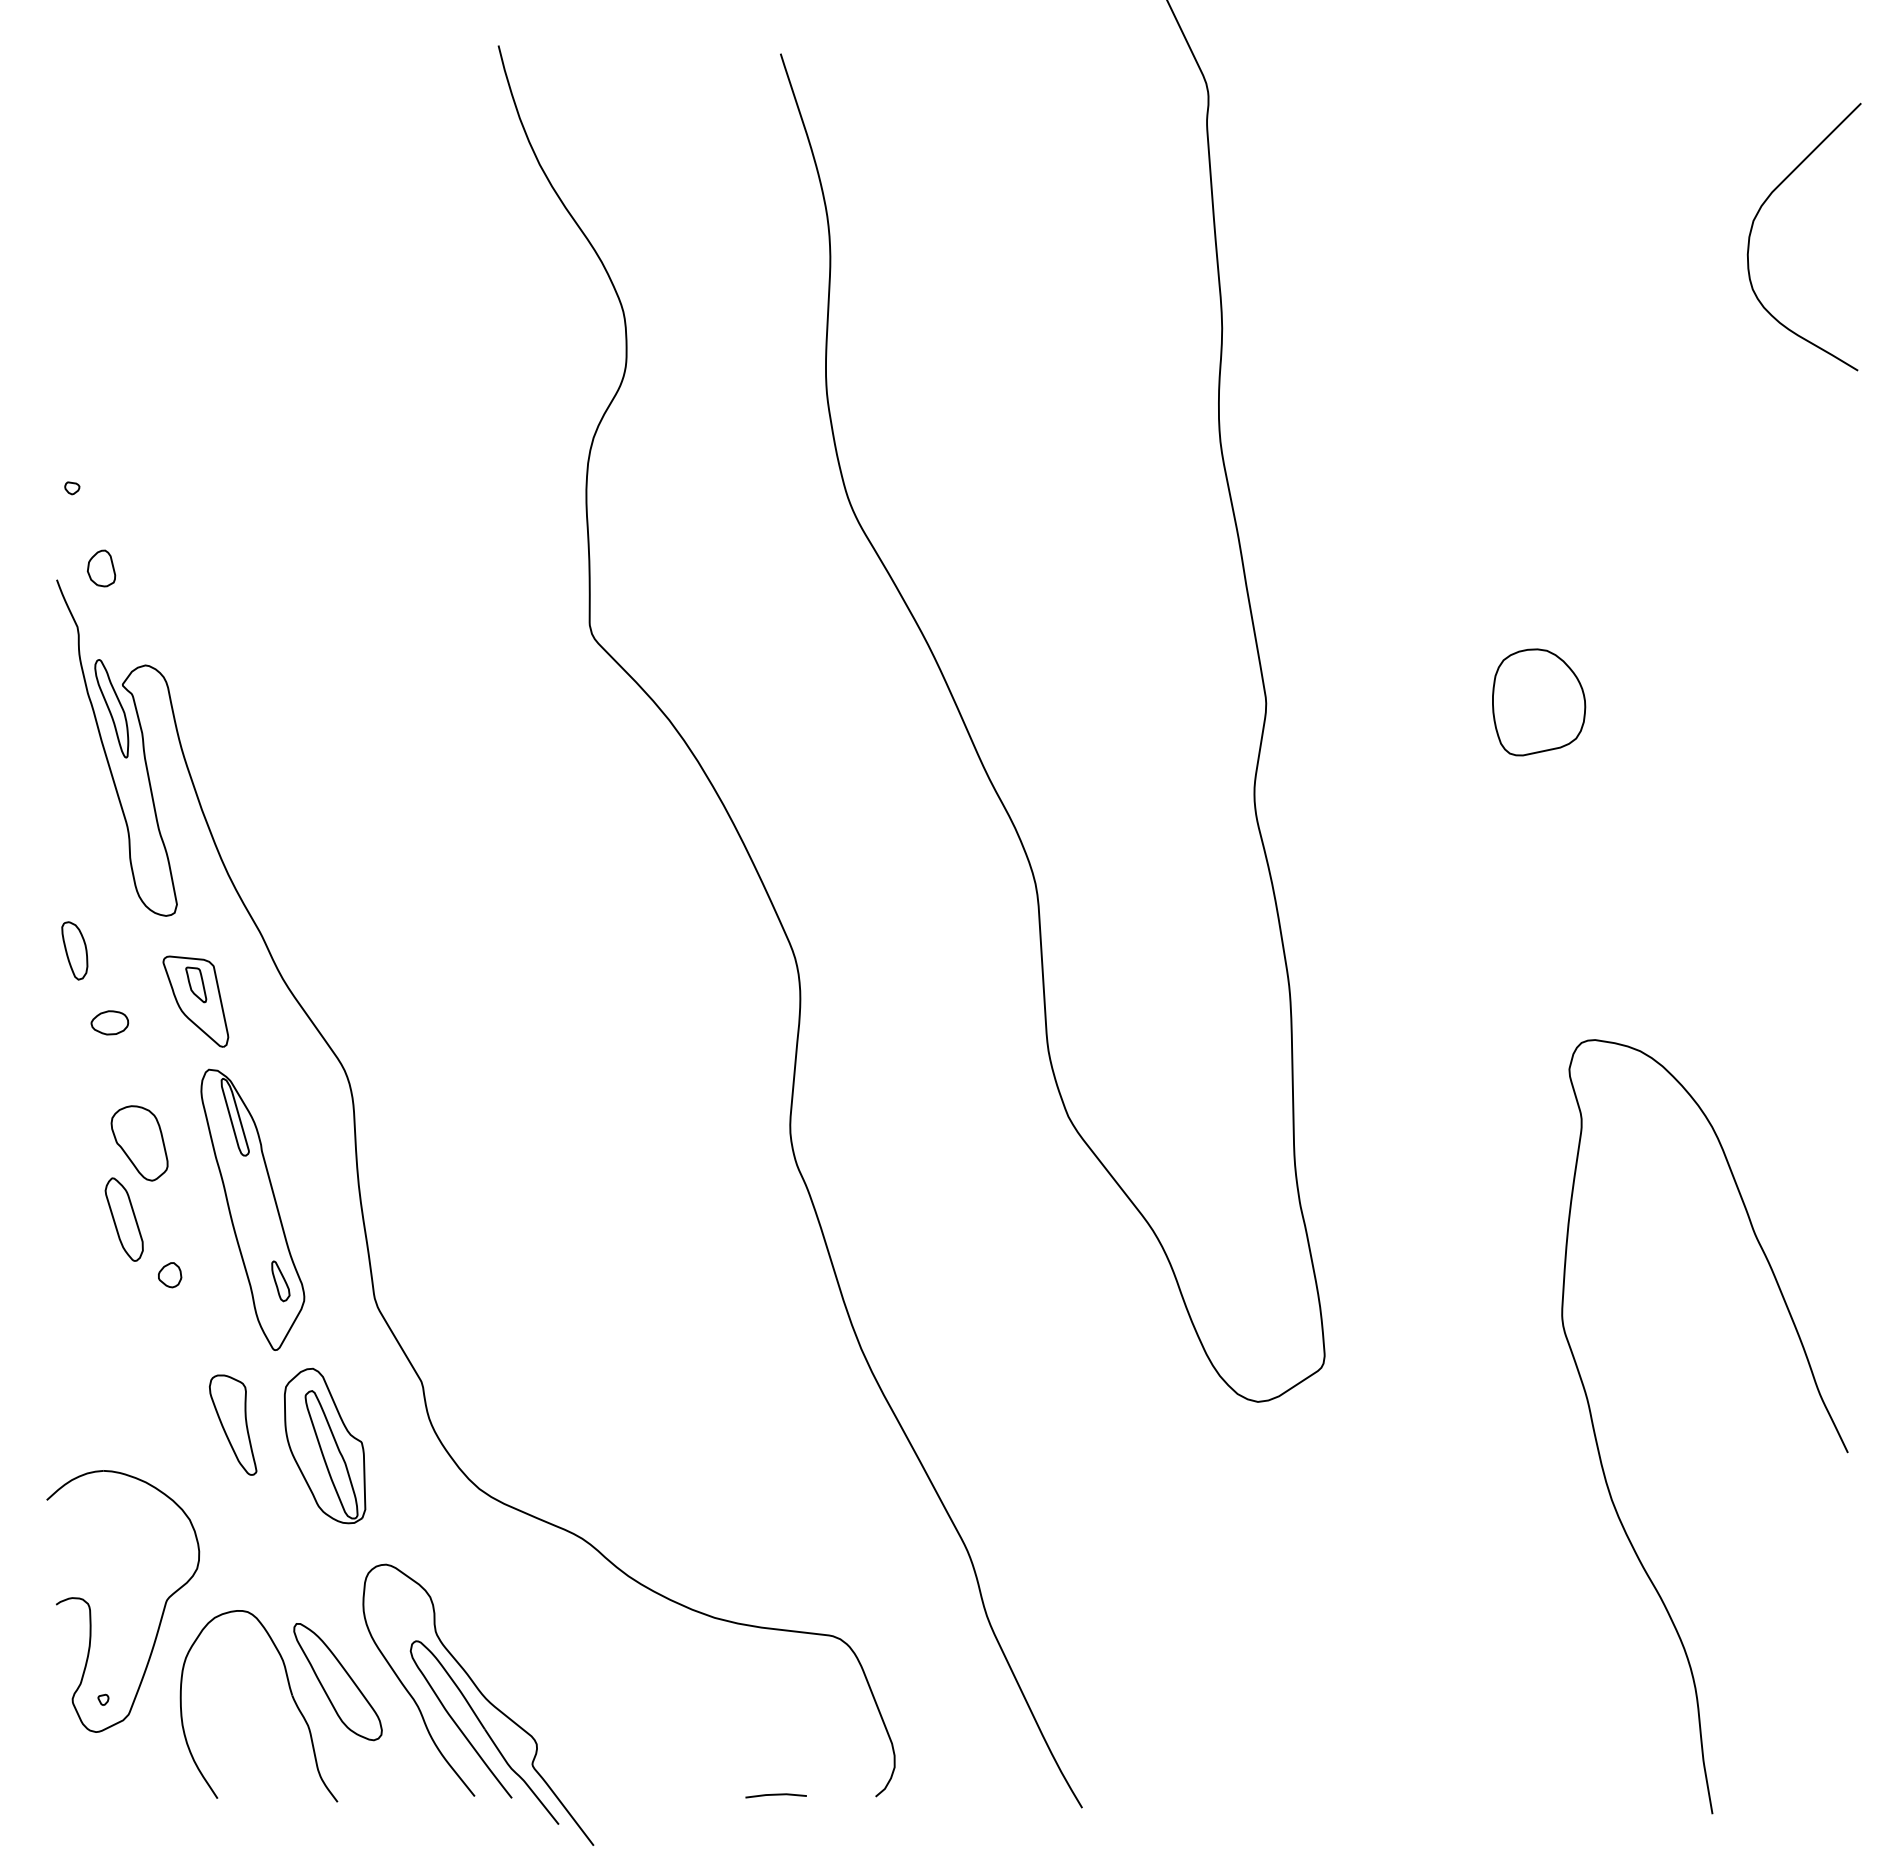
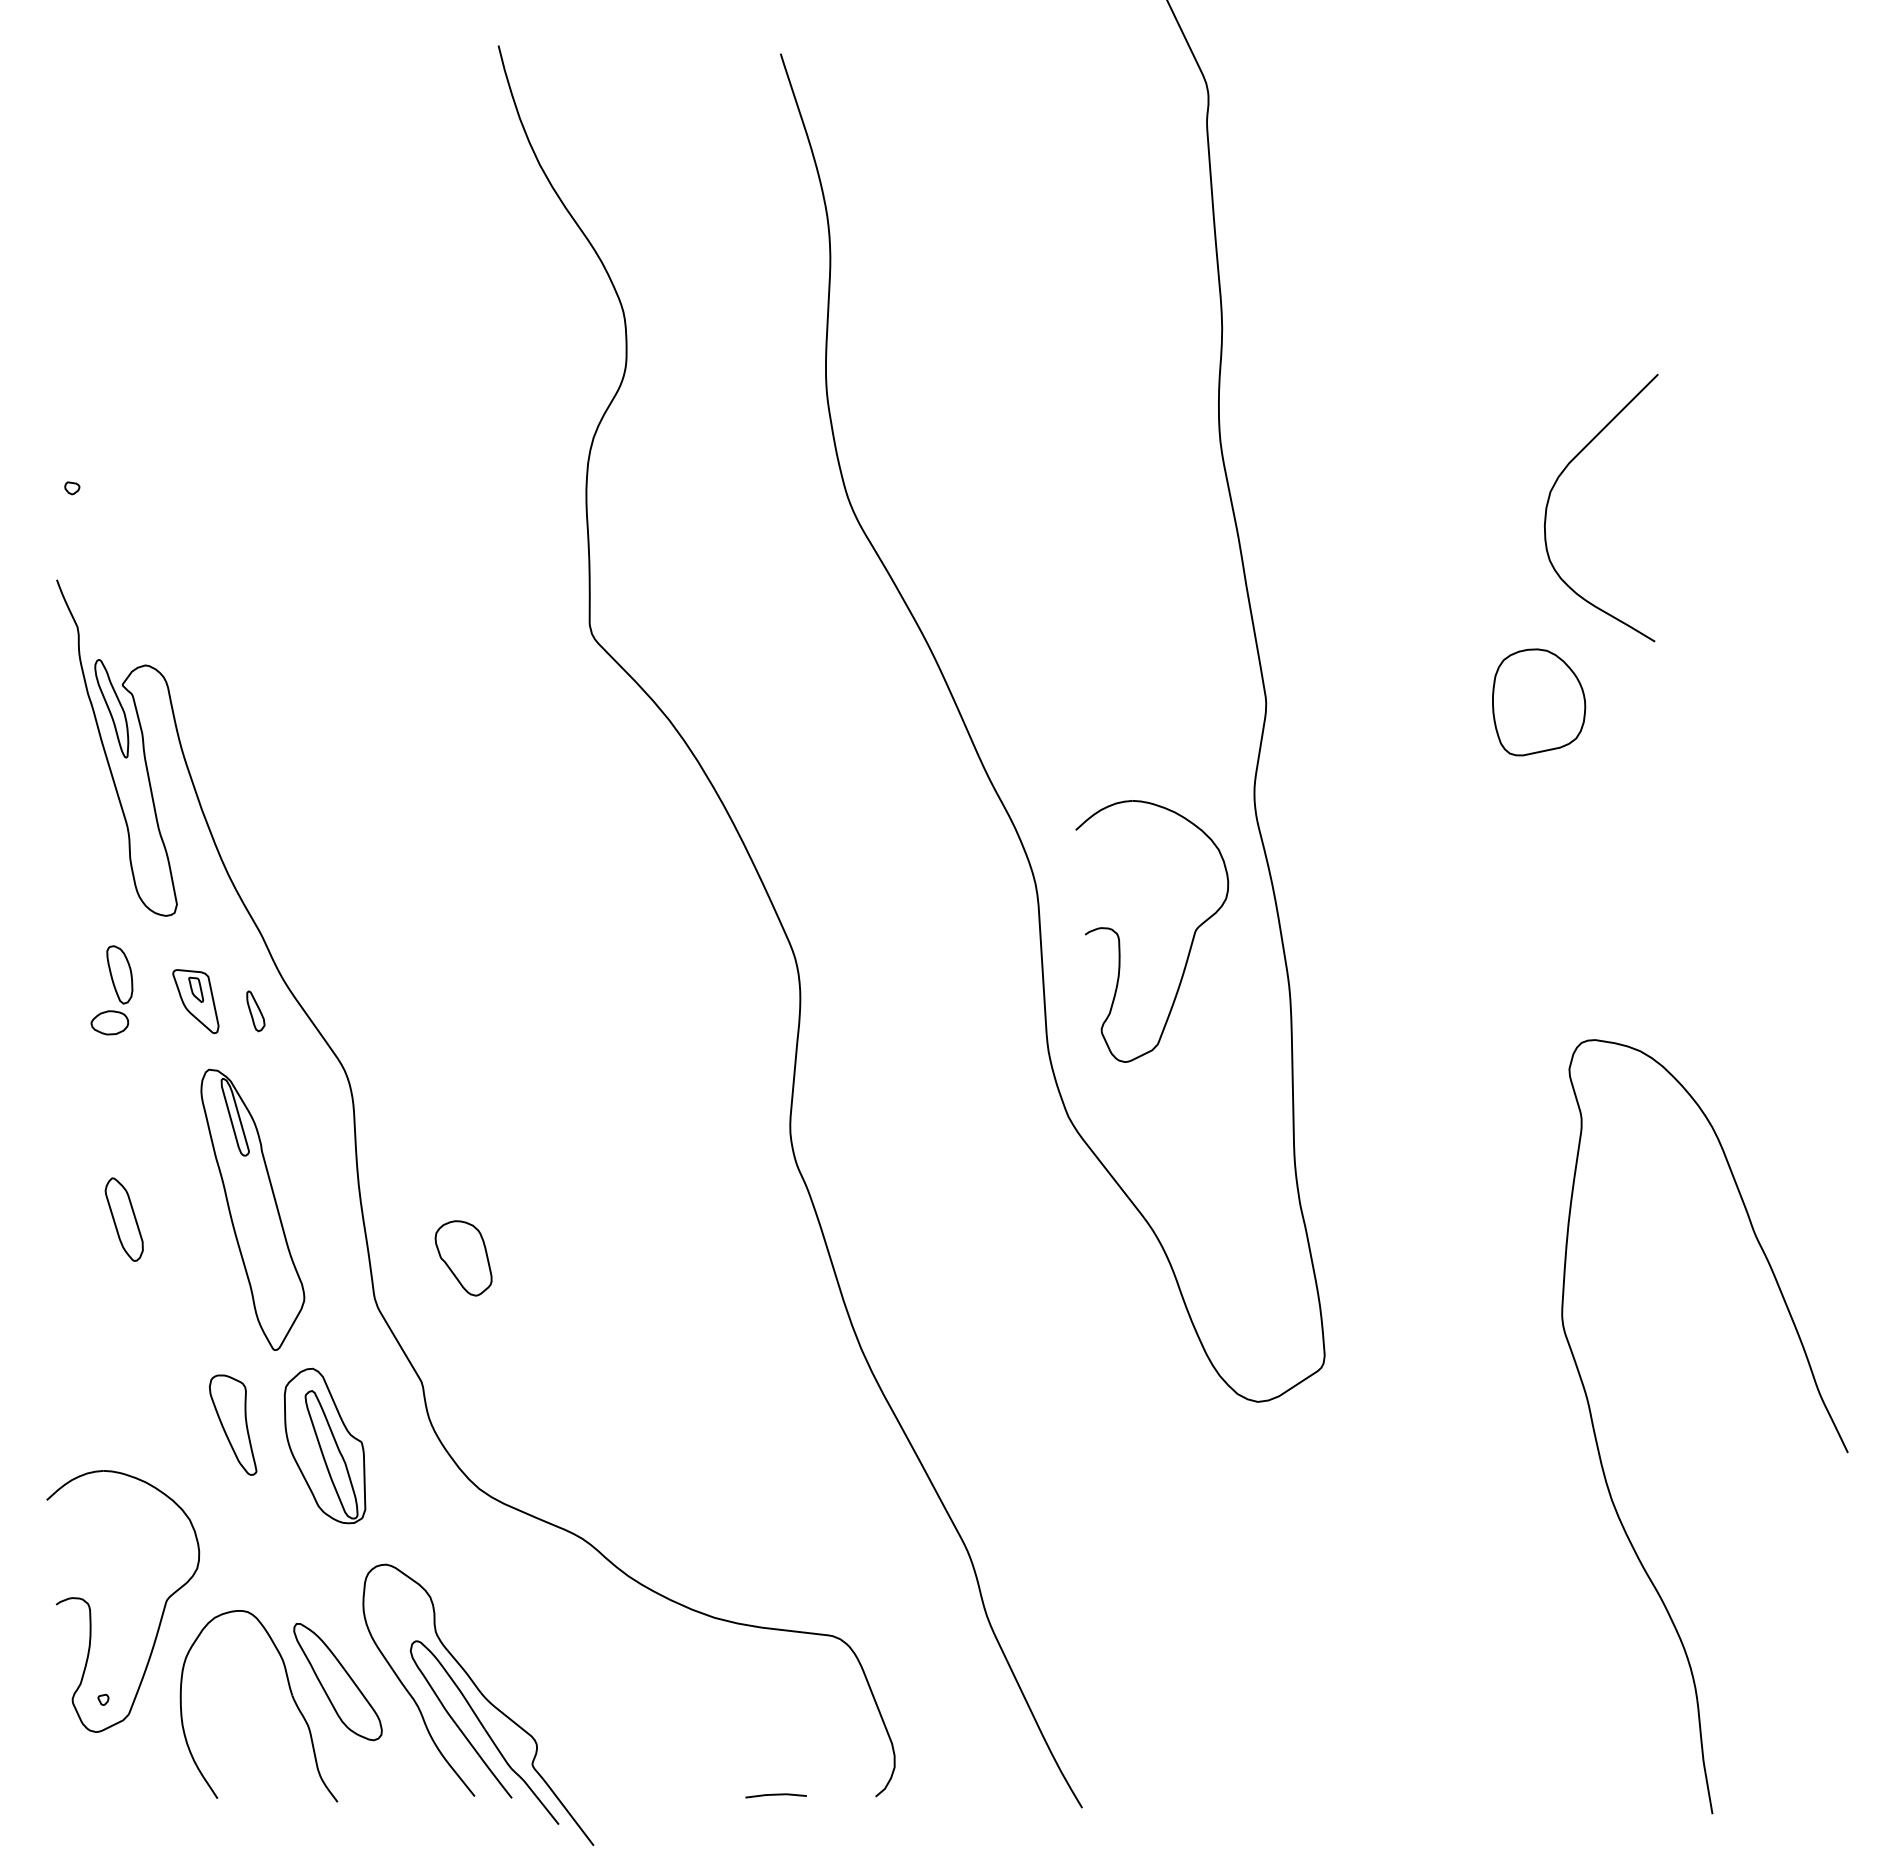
curve at (1759, 212) position: (1759, 212) -> (1556, 483)
part at (101, 568): present -> none
part at (1119, 936): none -> present
part at (74, 950) position: (74, 950) -> (119, 974)
part at (195, 1001) size: 68x93 px -> 48x66 px
part at (139, 1143) position: (139, 1143) -> (463, 1258)
part at (170, 1275): present -> none
part at (280, 1281) position: (280, 1281) -> (255, 1011)
